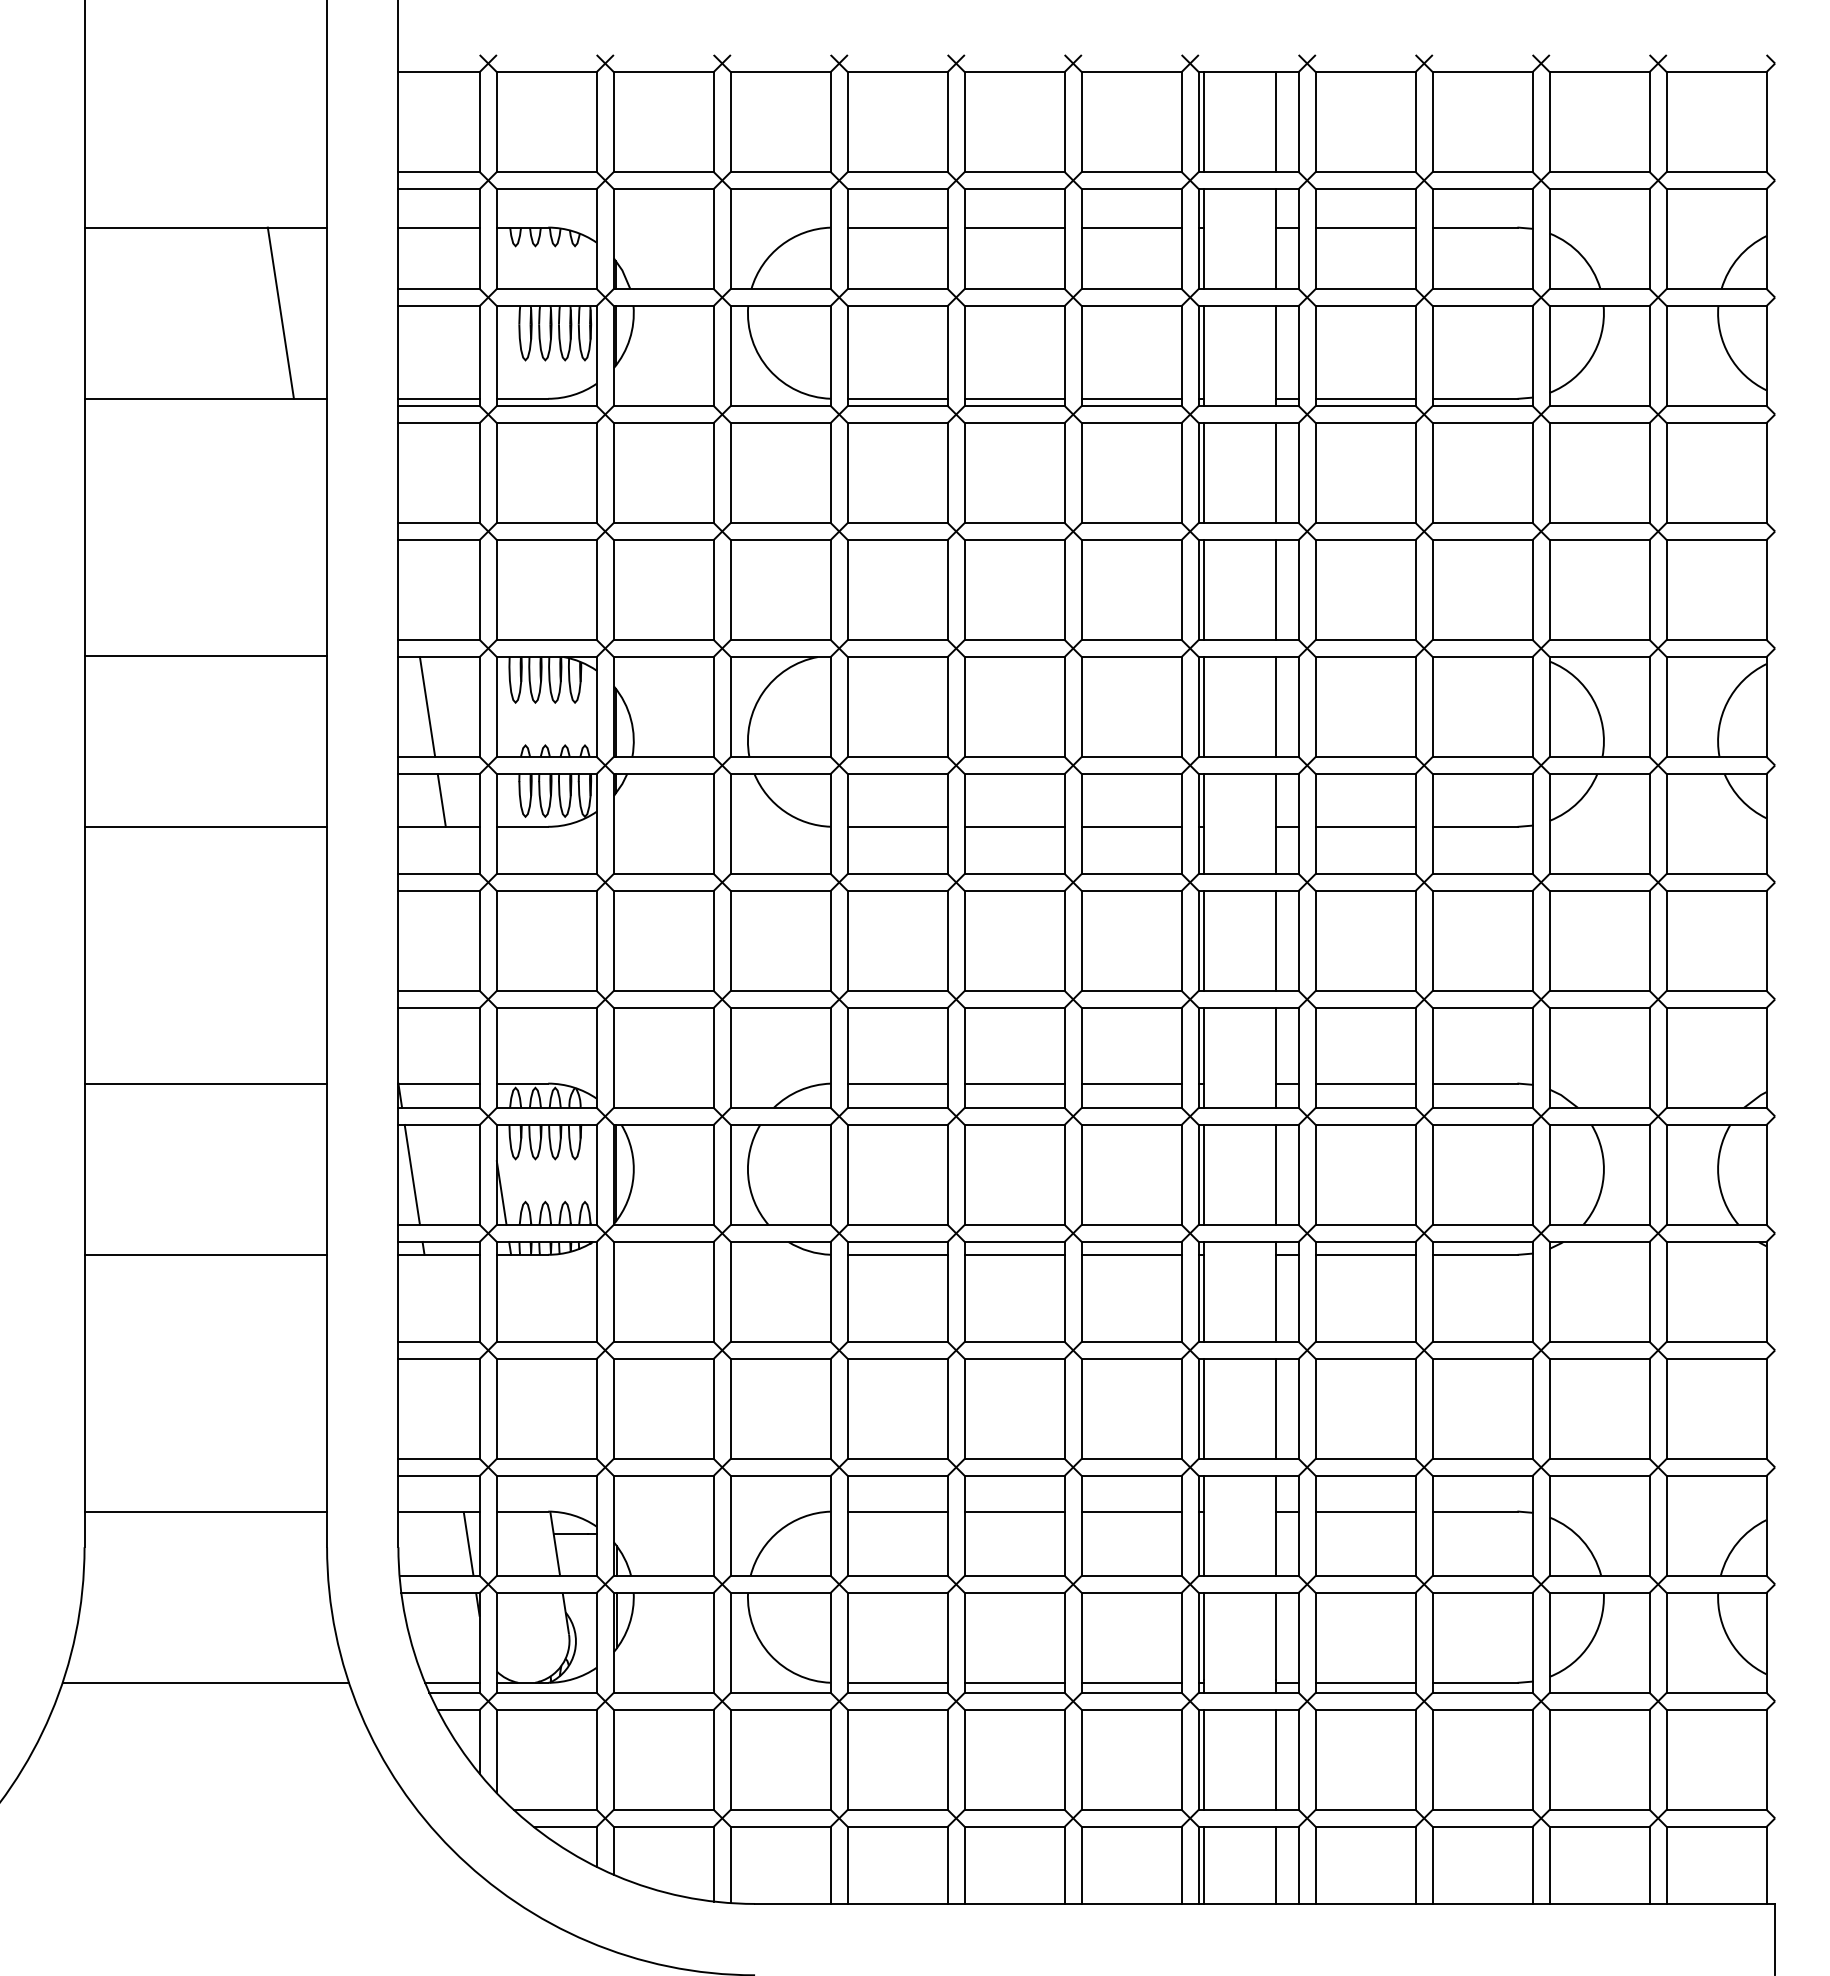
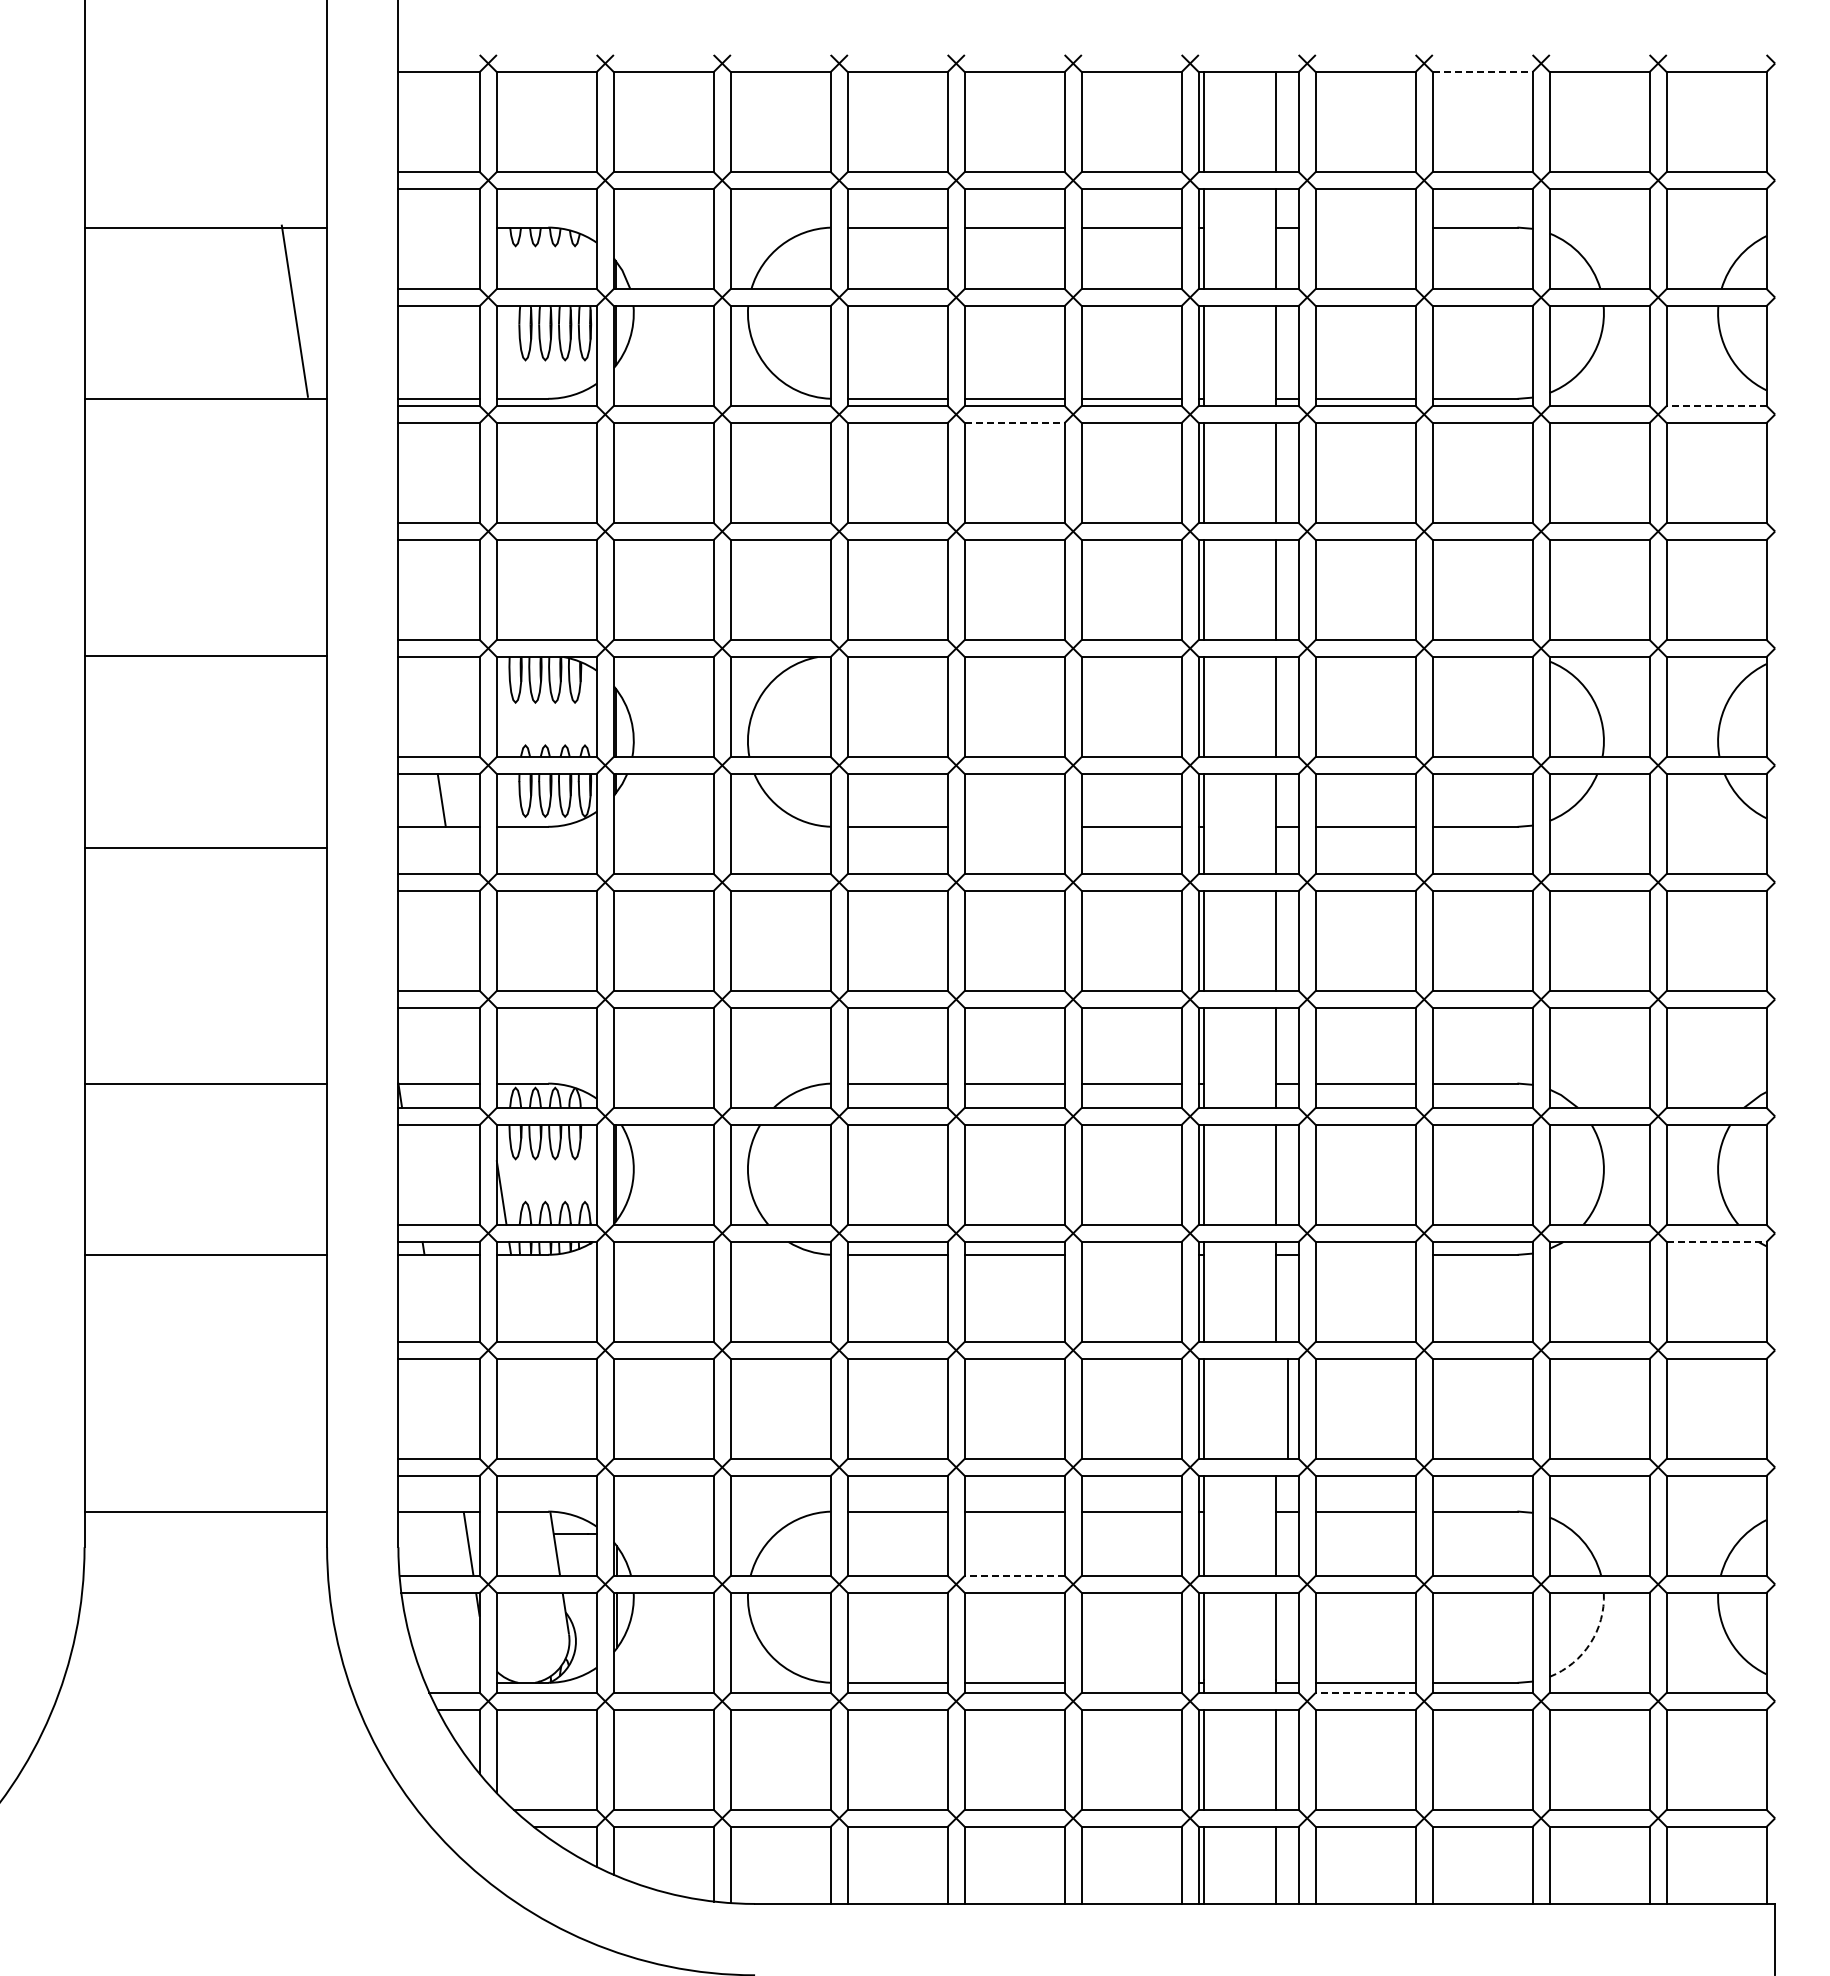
line at (1482, 72): solid -> dashed
line at (438, 227): present -> none
line at (1365, 227): present -> none
line at (280, 312) position: (280, 312) -> (294, 310)
line at (1716, 405): solid -> dashed
line at (1014, 423): solid -> dashed
line at (427, 706): present -> none
line at (205, 826) position: (205, 826) -> (205, 847)
line at (1014, 826): present -> none
line at (411, 1174): present -> none
line at (1716, 1241): solid -> dashed
line at (1131, 1254): present -> none
line at (1365, 1254): present -> none
line at (1275, 1408) position: (1275, 1408) -> (1287, 1408)
line at (1014, 1575): solid -> dashed
arc at (1590, 1643): solid -> dashed
line at (205, 1682): present -> none
line at (452, 1682): present -> none
line at (1131, 1682): present -> none
line at (1365, 1692): solid -> dashed
